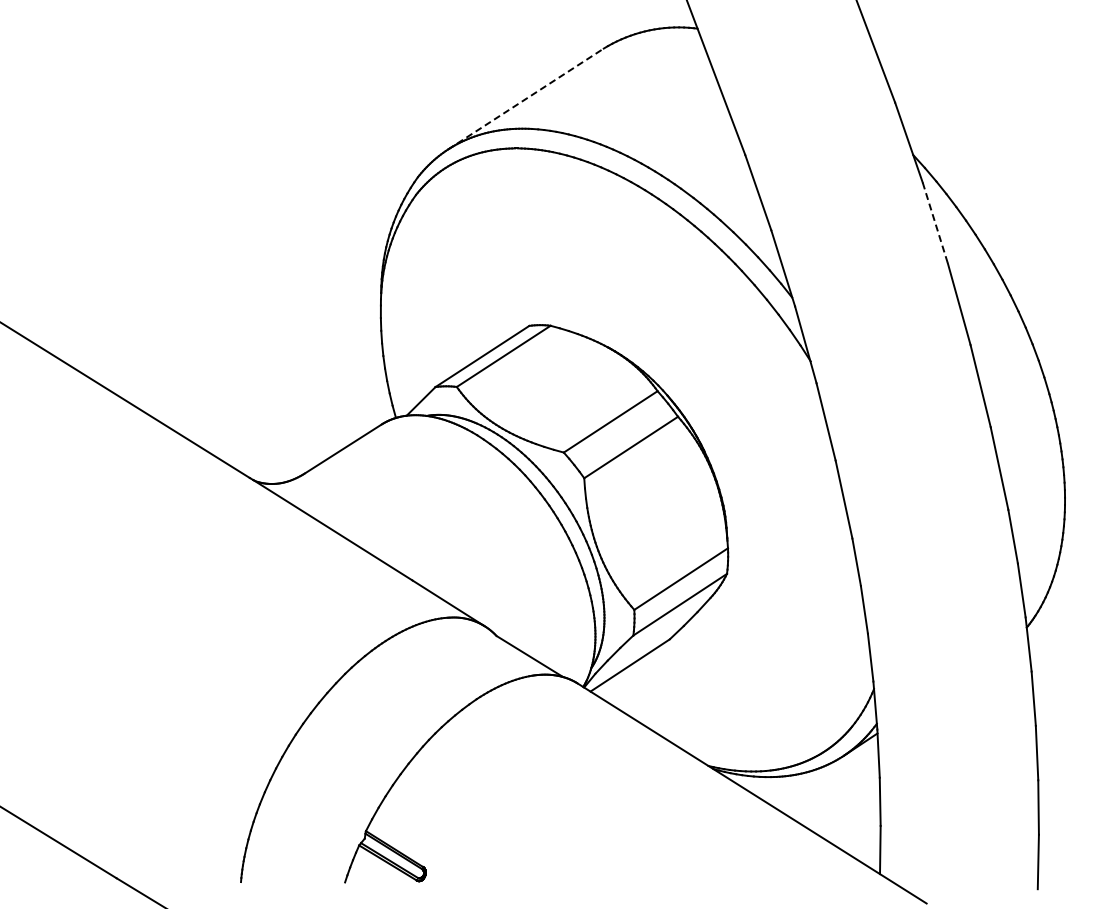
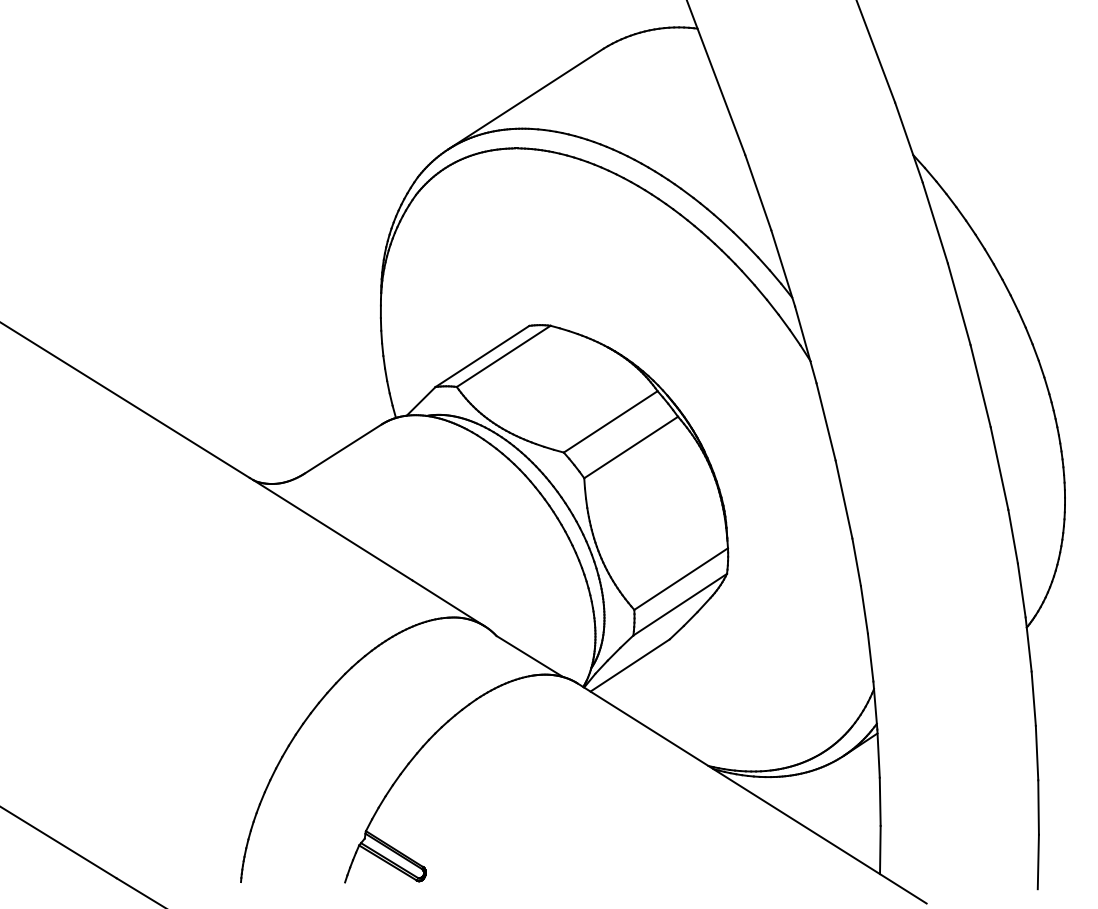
line at (525, 99): dashed -> solid
line at (935, 223): dashed -> solid
